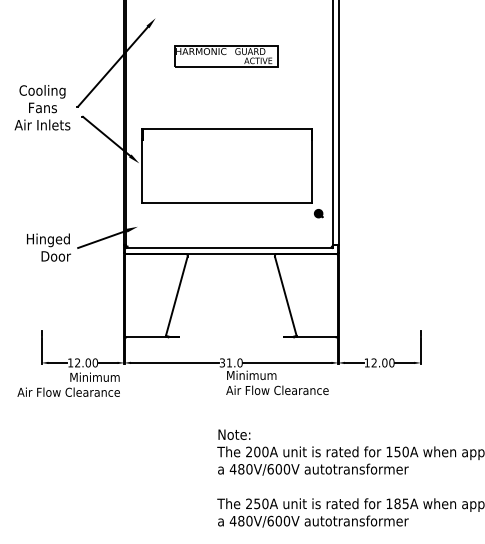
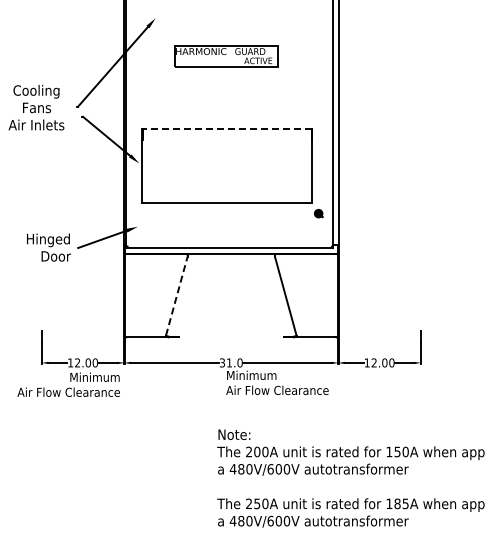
text at (42, 107) position: (42, 107) -> (36, 107)
line at (226, 129): solid -> dashed
line at (176, 296): solid -> dashed
